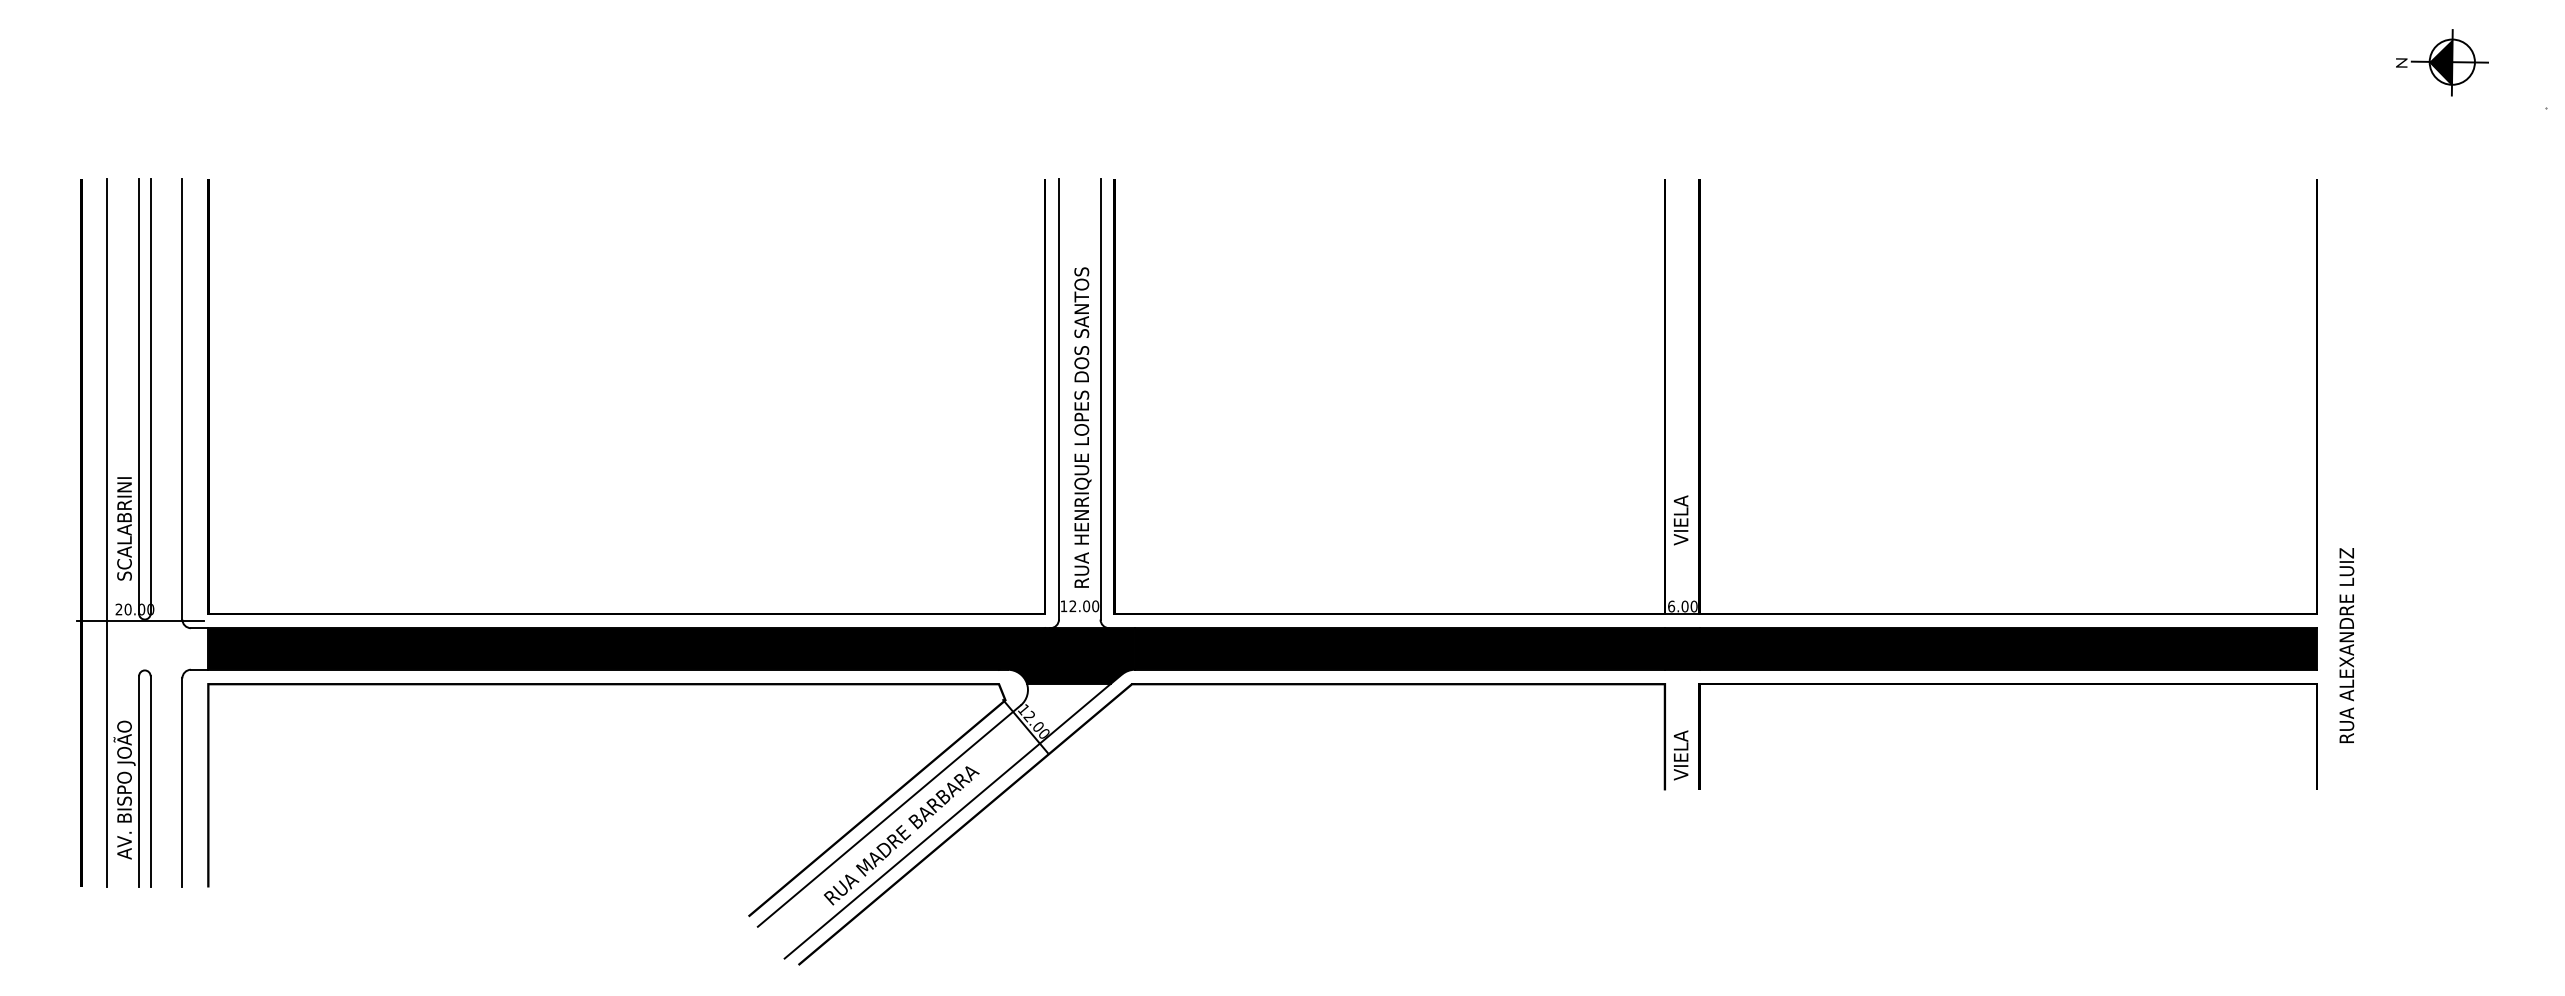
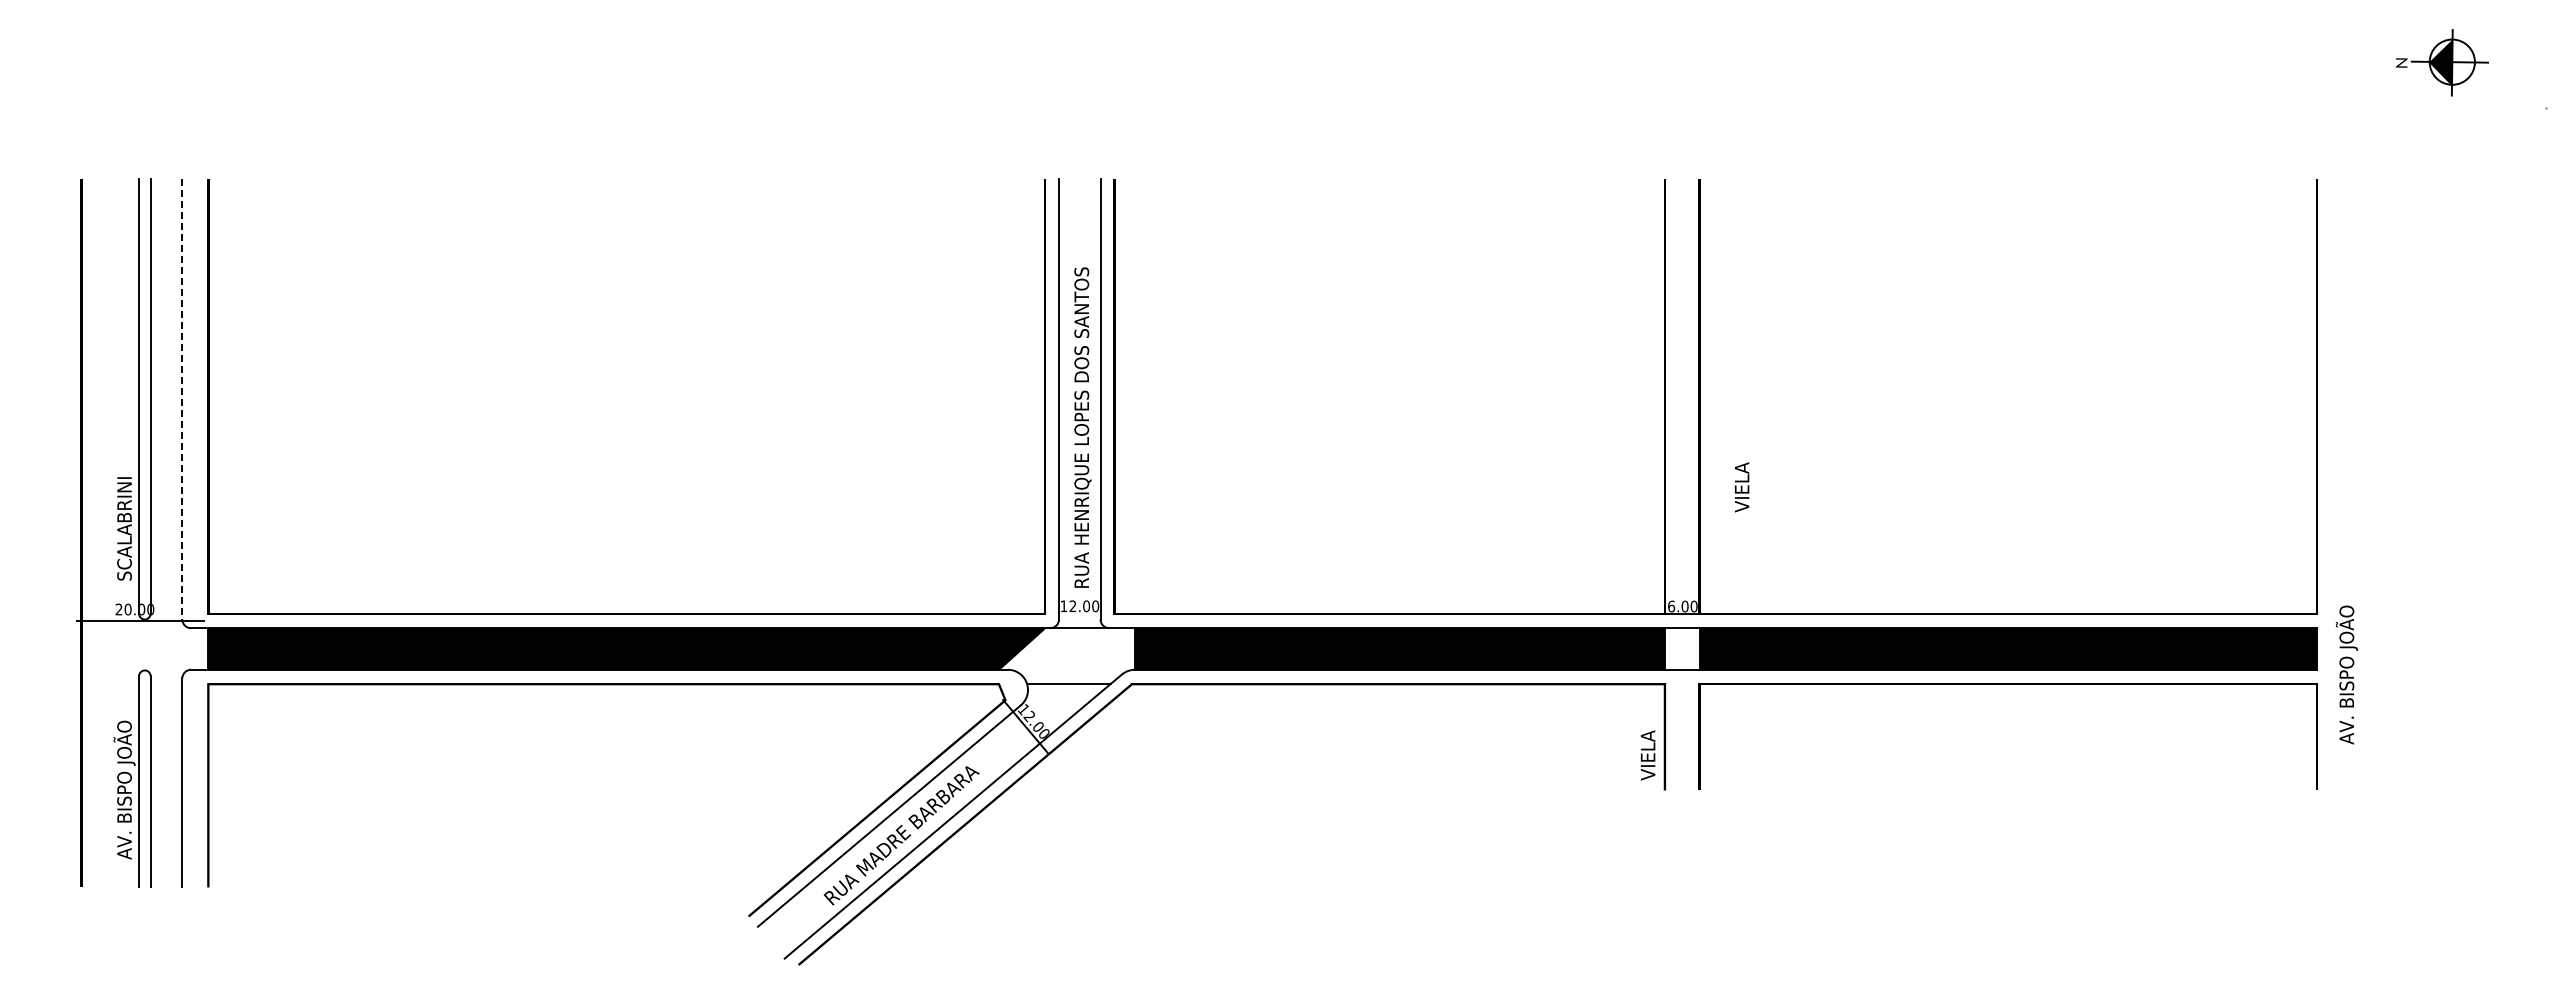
line at (182, 399): solid -> dashed
text at (1681, 520) position: (1681, 520) -> (1742, 487)
line at (107, 532): present -> none
text at (2346, 646): RUA ALEXANDRE LUIZ -> AV. BISPO JOÃO
fill at (1681, 648): present -> none
fill at (1066, 656): present -> none
text at (1681, 755) position: (1681, 755) -> (1648, 755)
